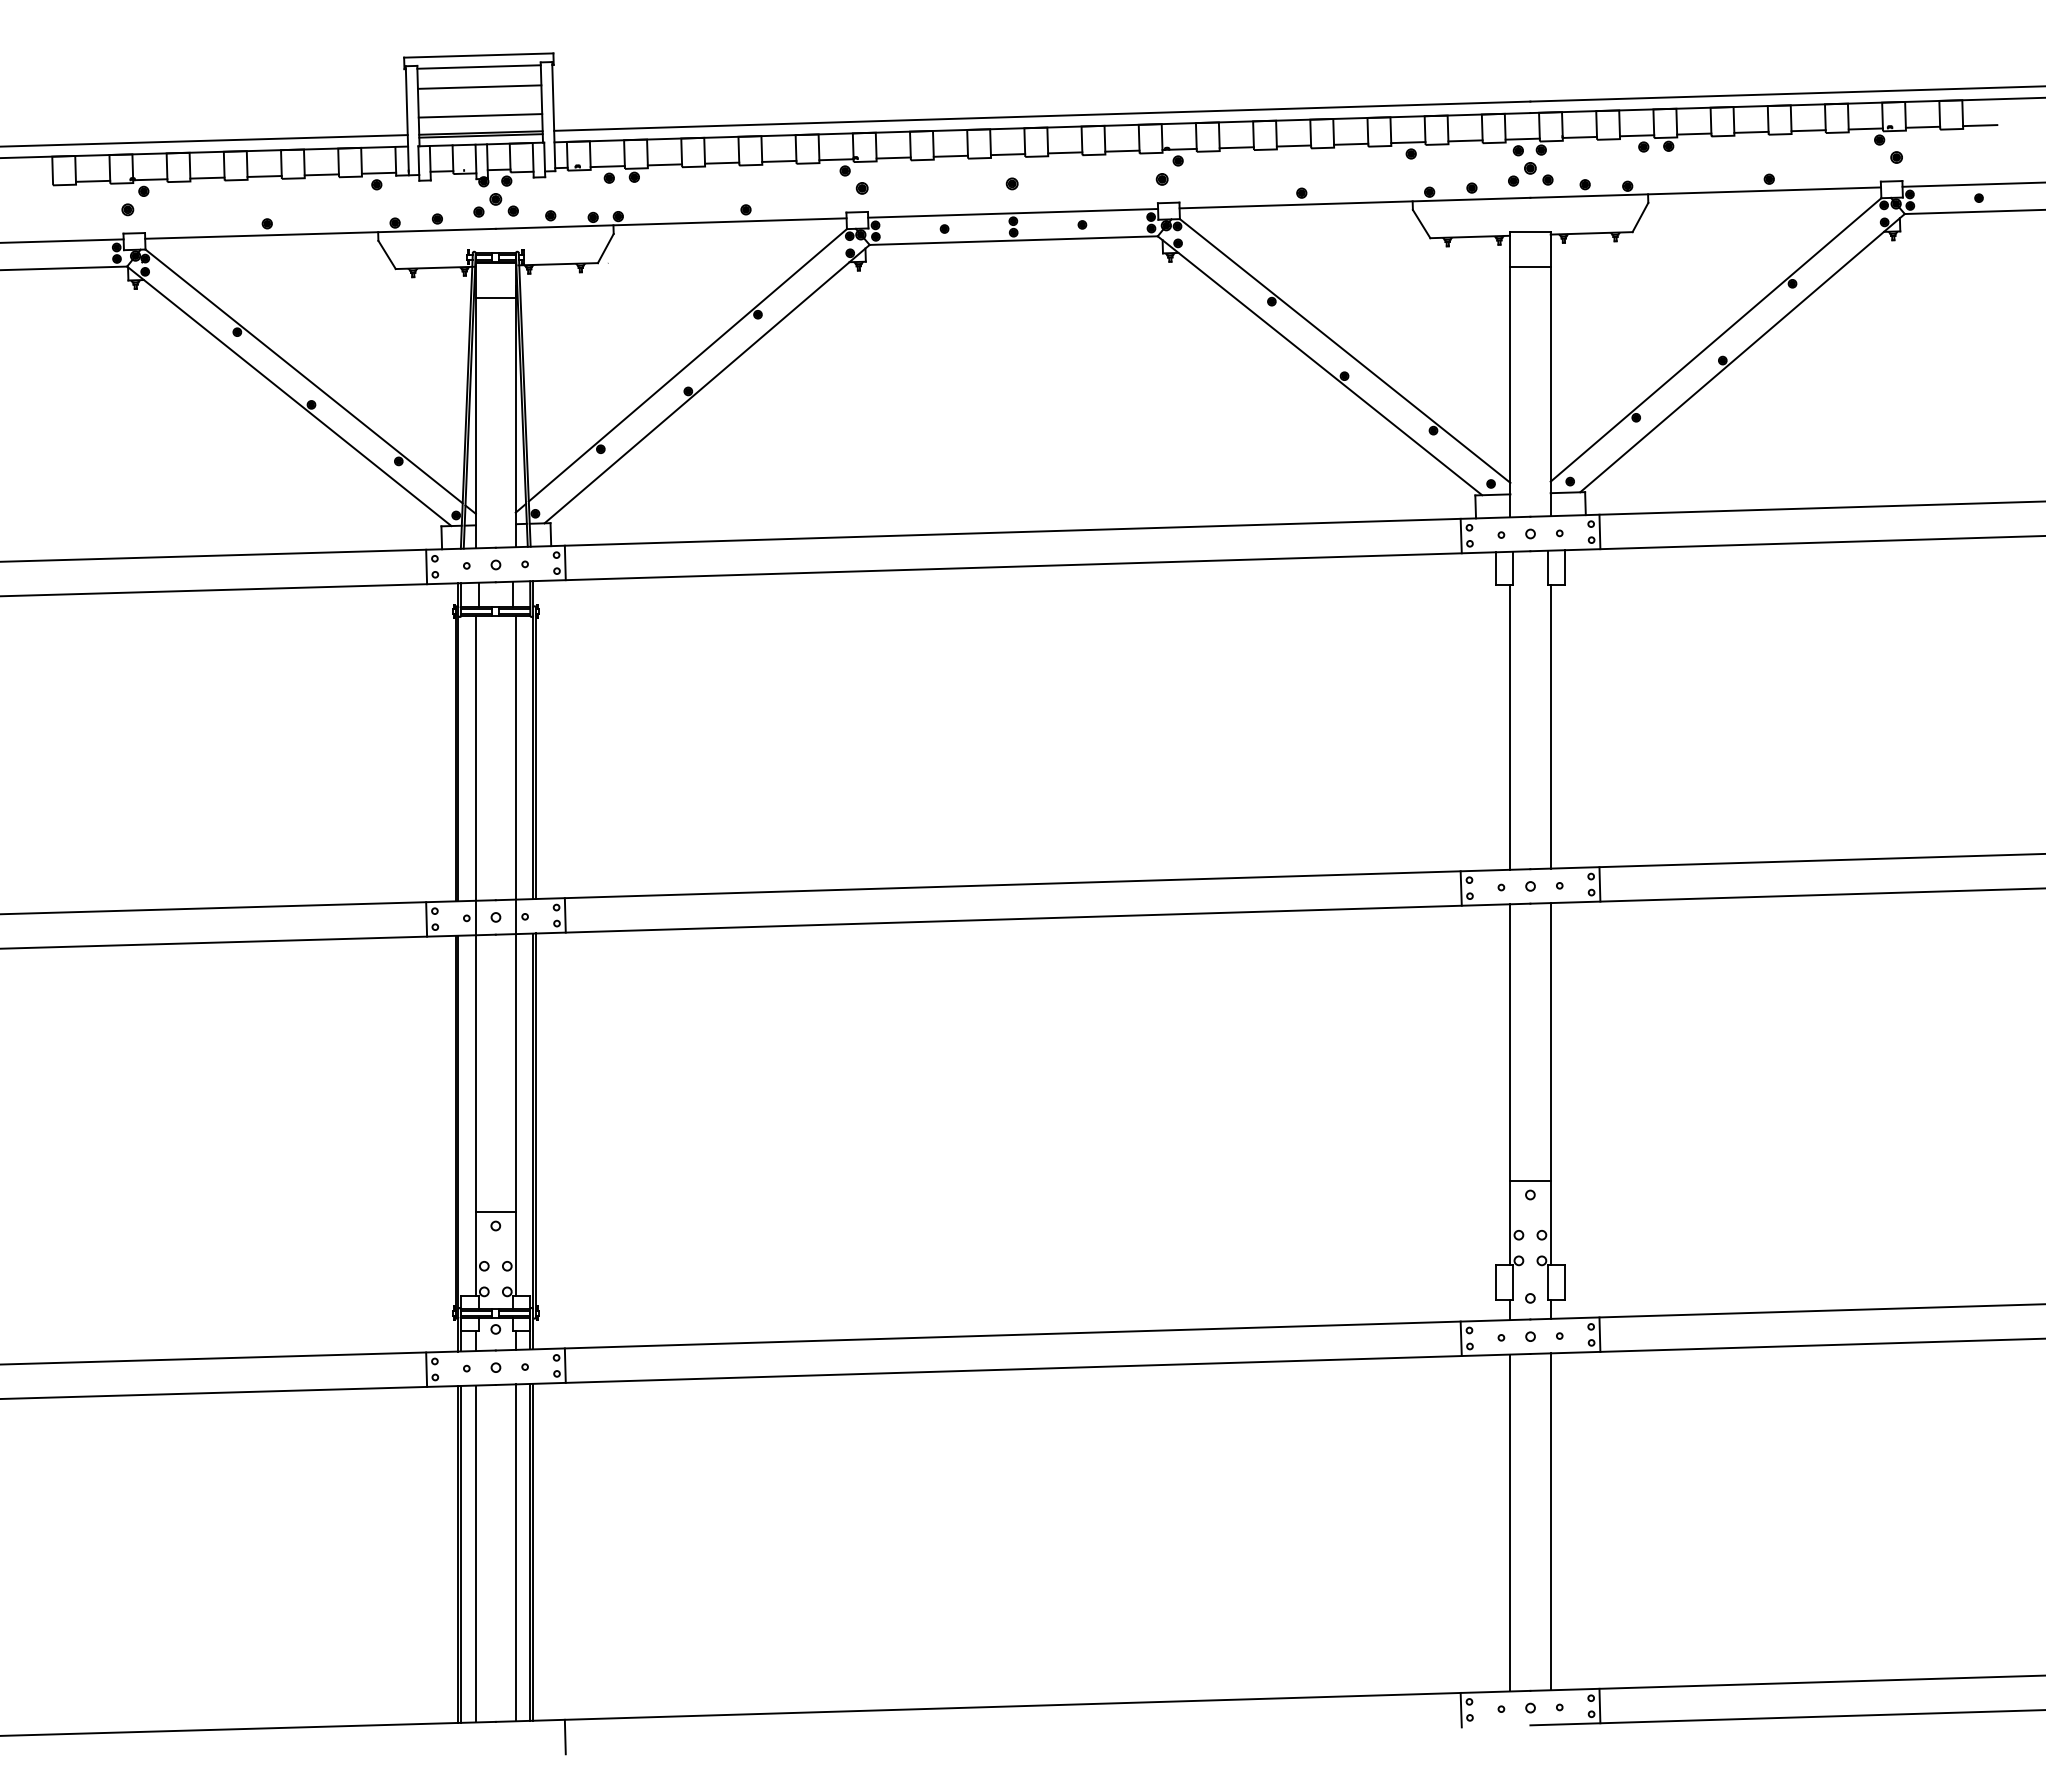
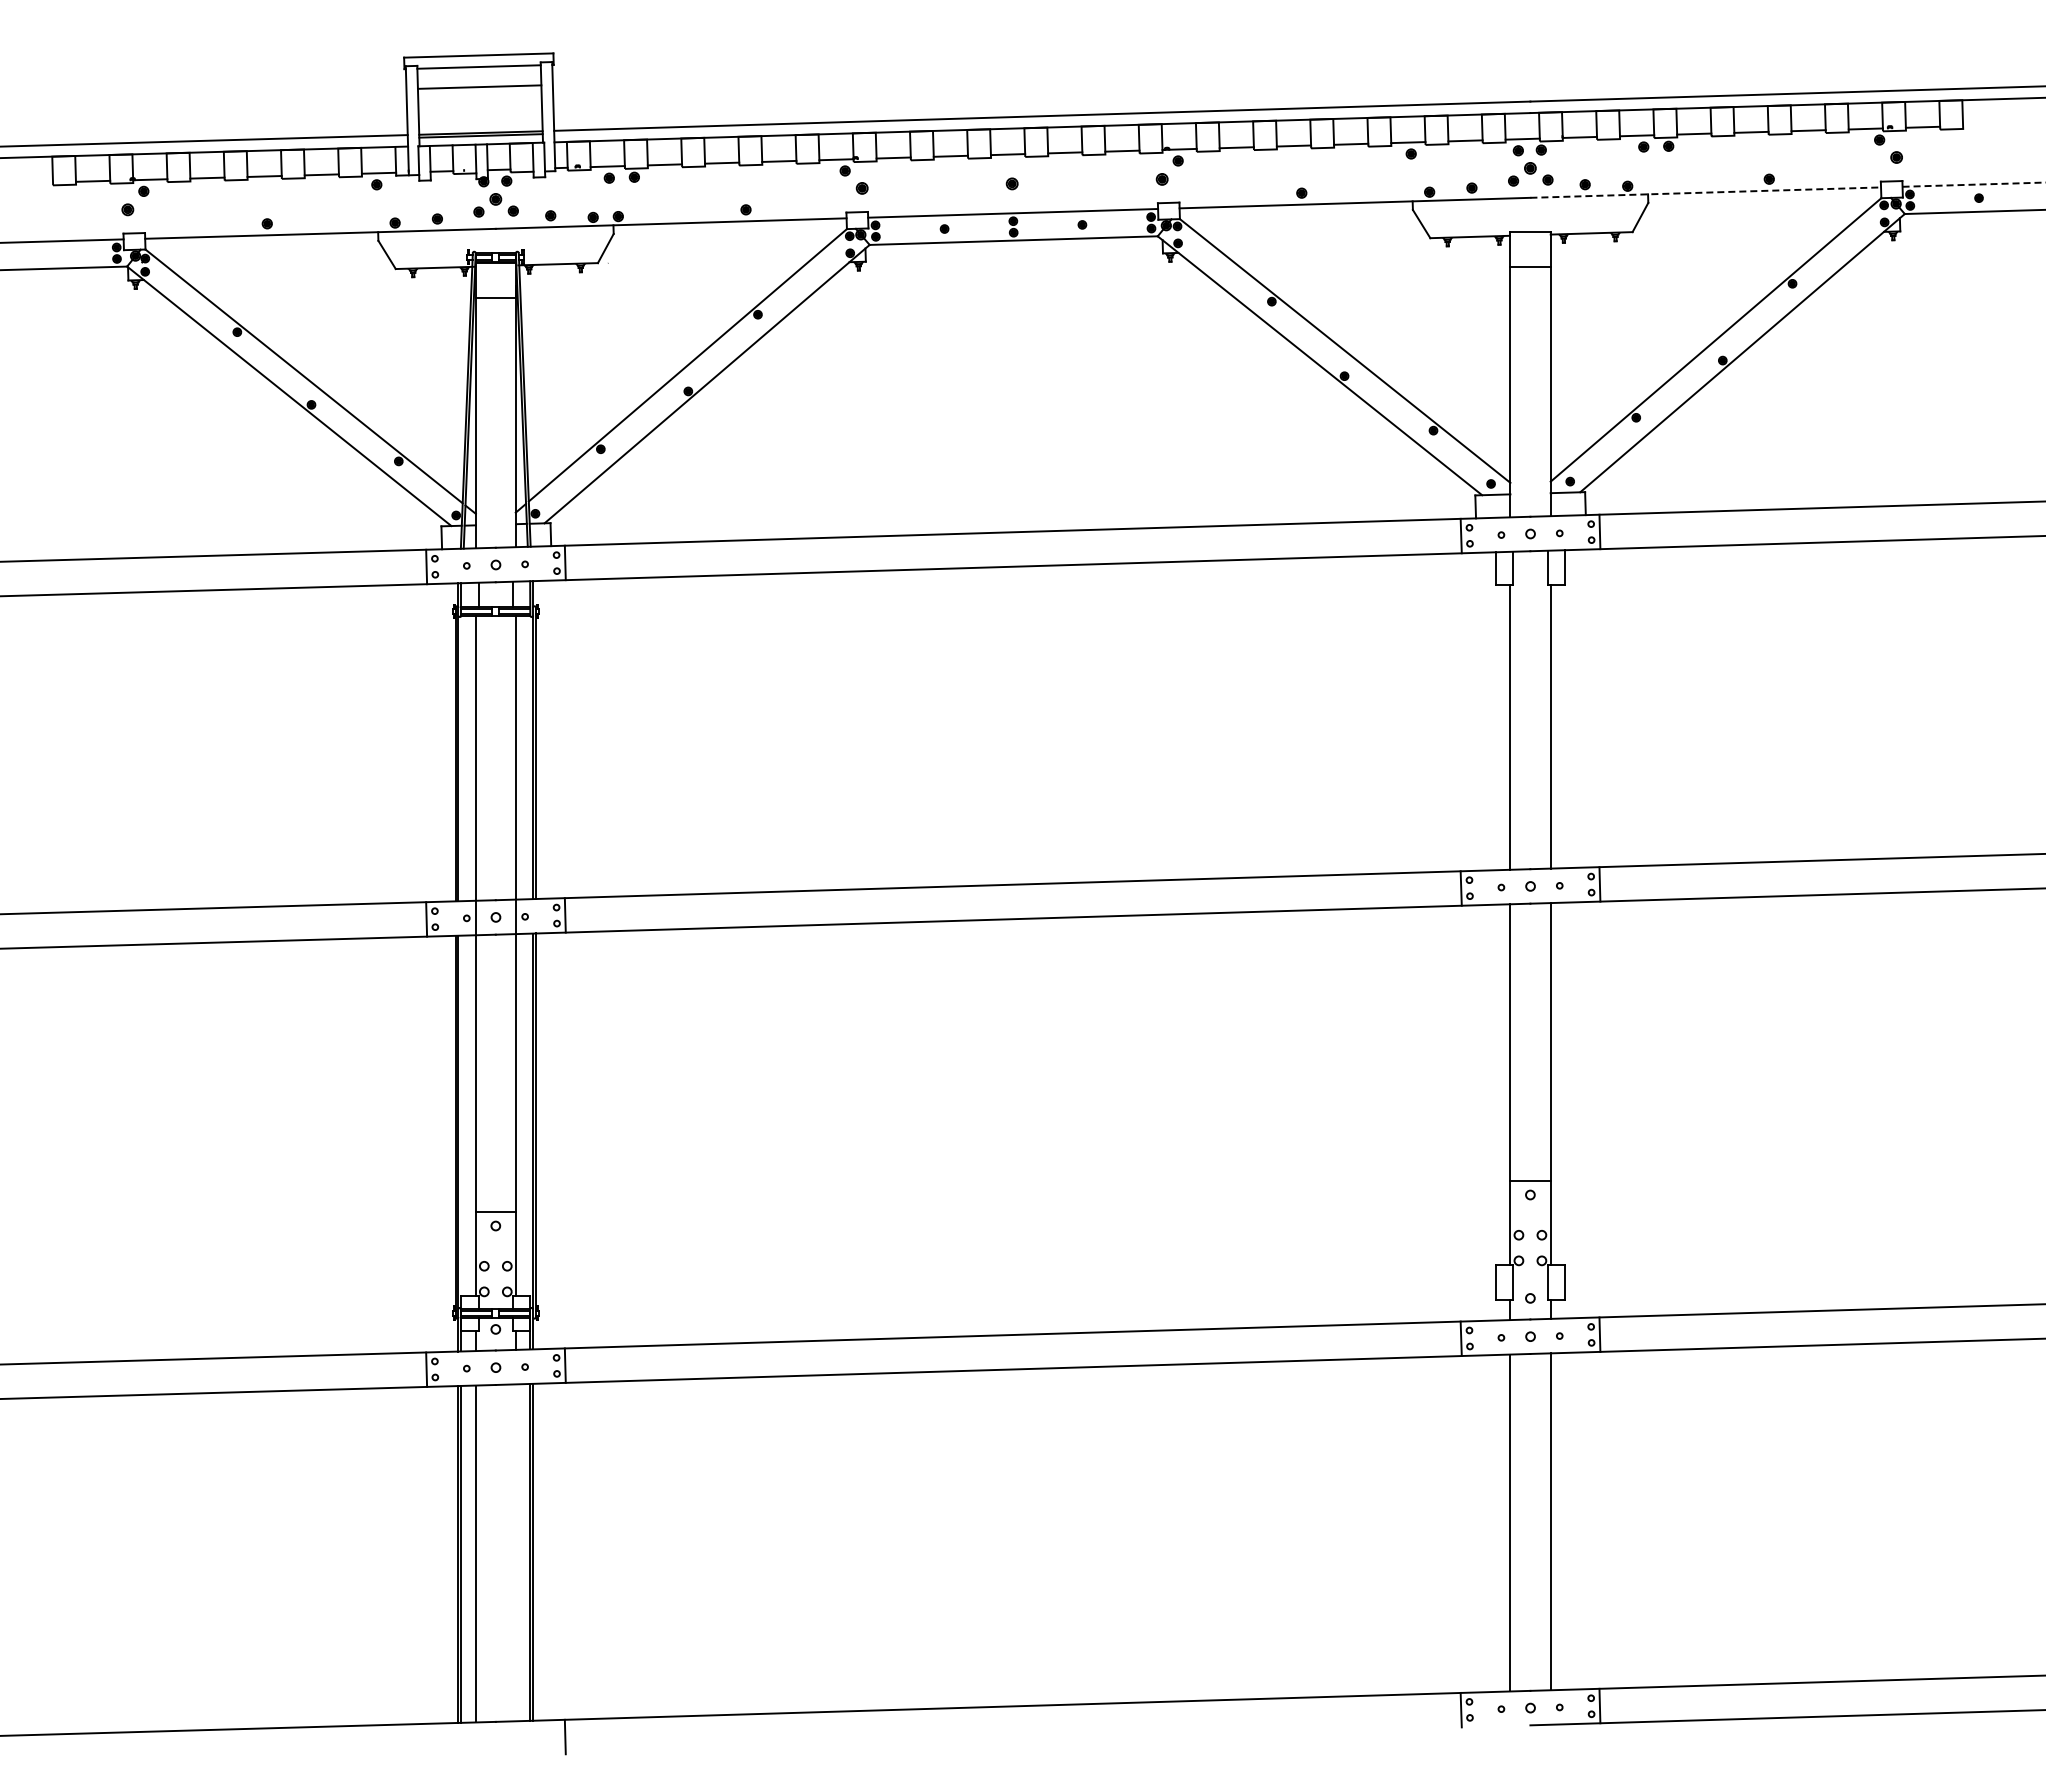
line at (480, 115): present -> none
line at (1980, 125): present -> none
line at (1974, 184): solid -> dashed
line at (1706, 192): solid -> dashed
line at (515, 1552): present -> none
